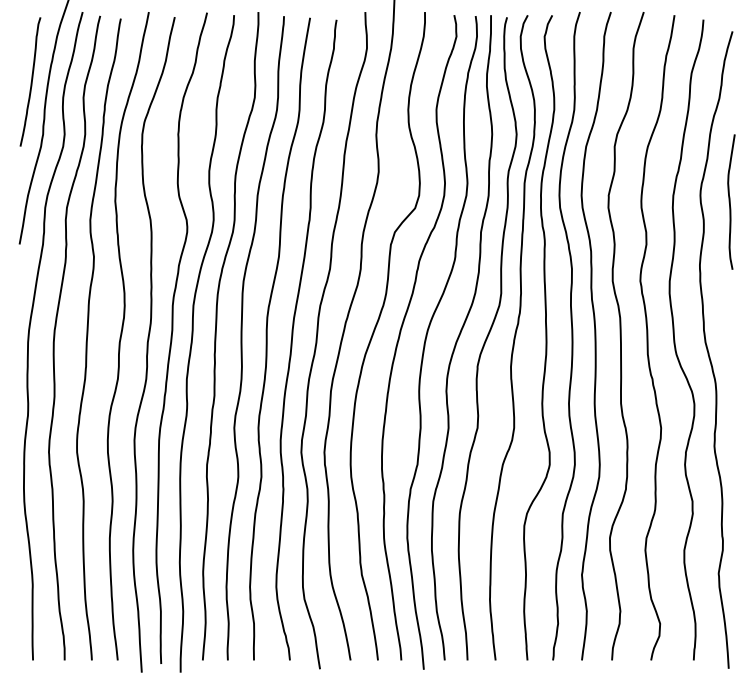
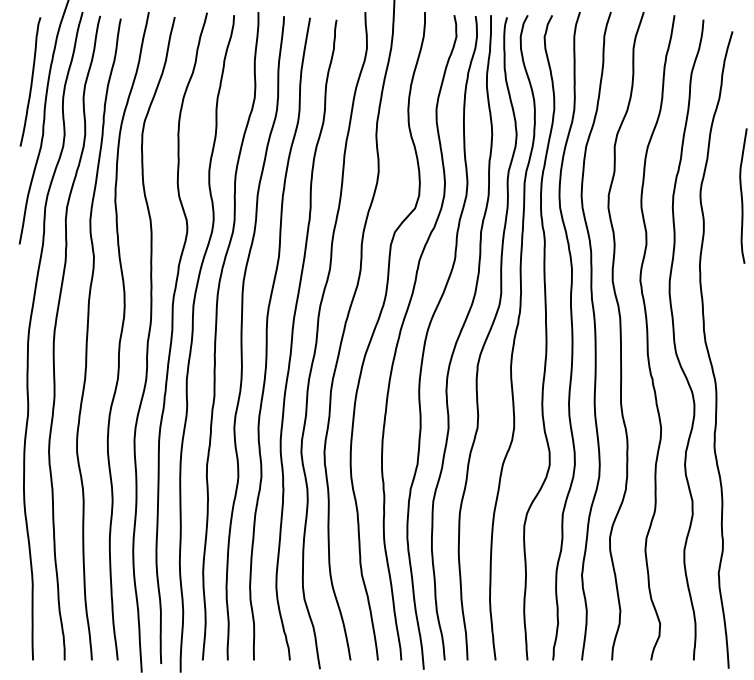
curve at (730, 201) position: (730, 201) -> (742, 195)
